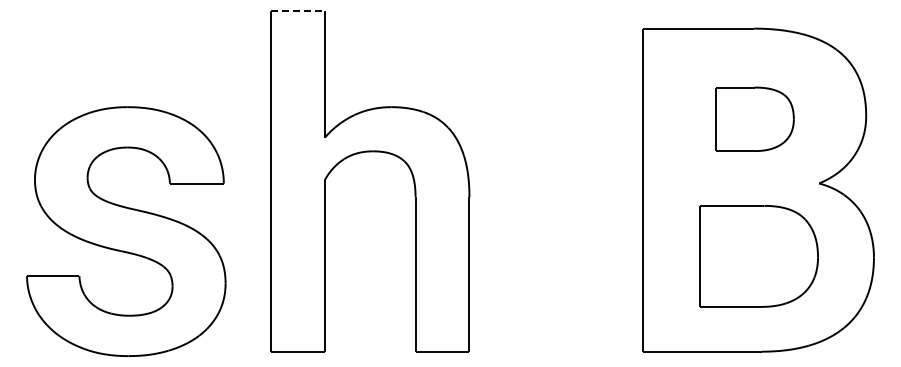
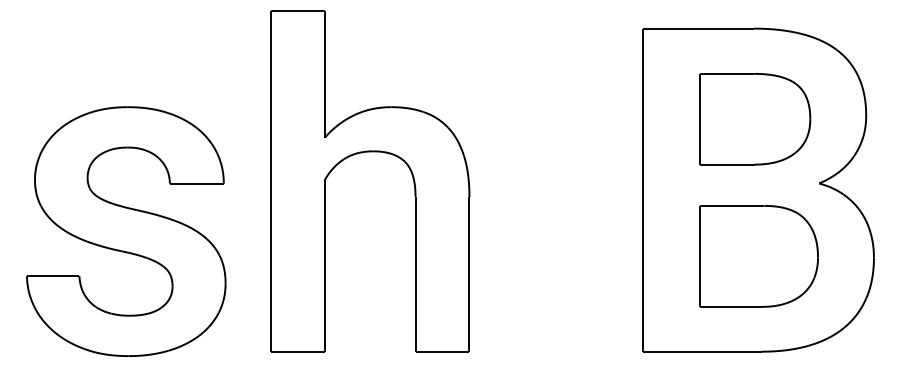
line at (297, 10): dashed -> solid
part at (754, 118) size: 80x66 px -> 113x93 px
